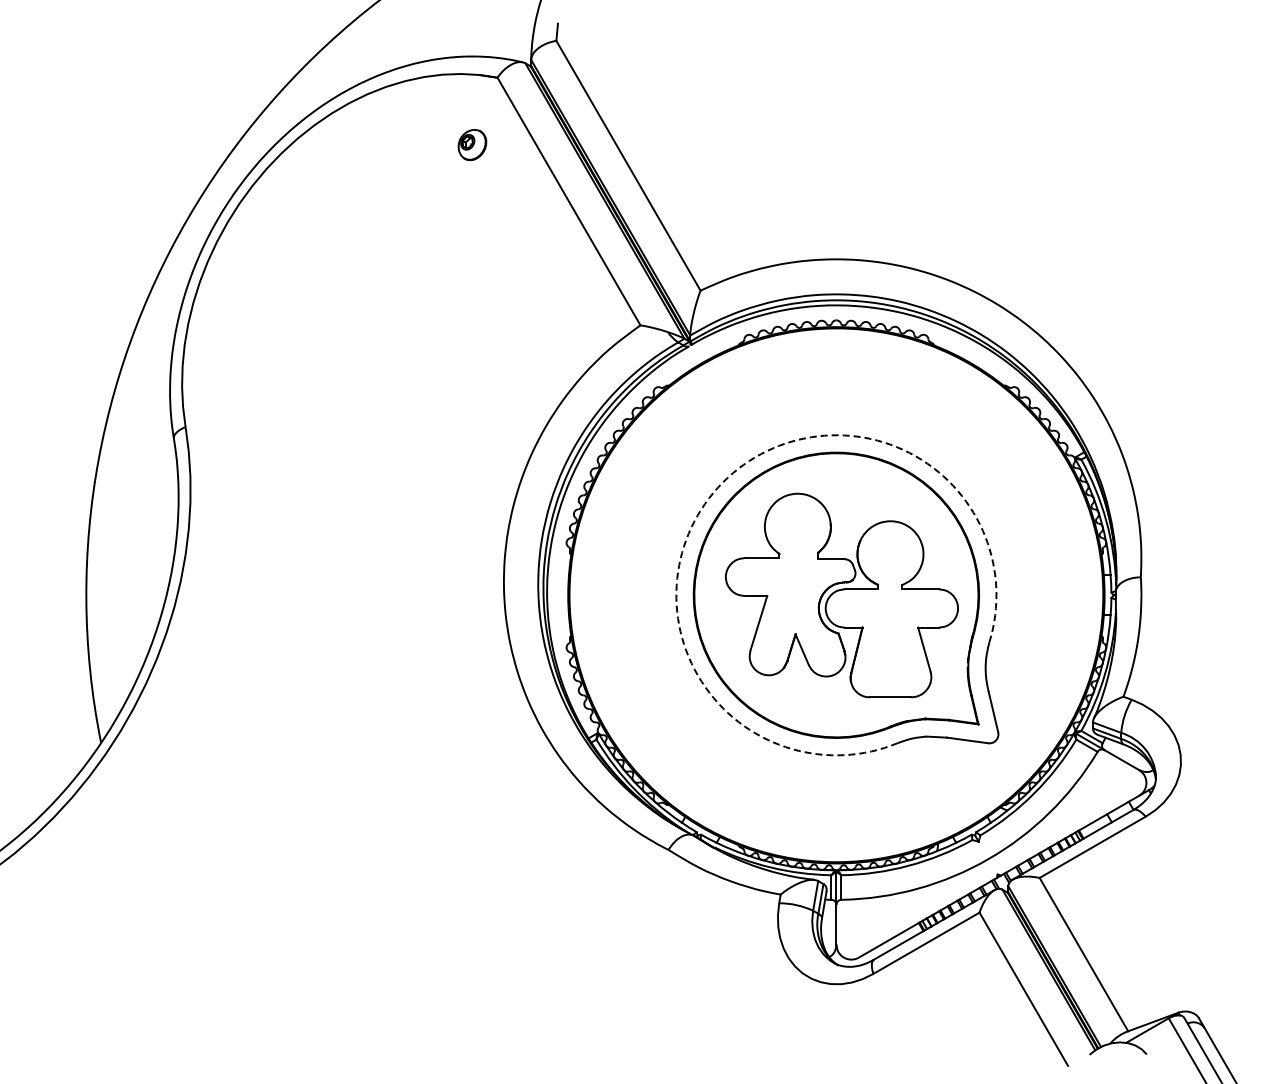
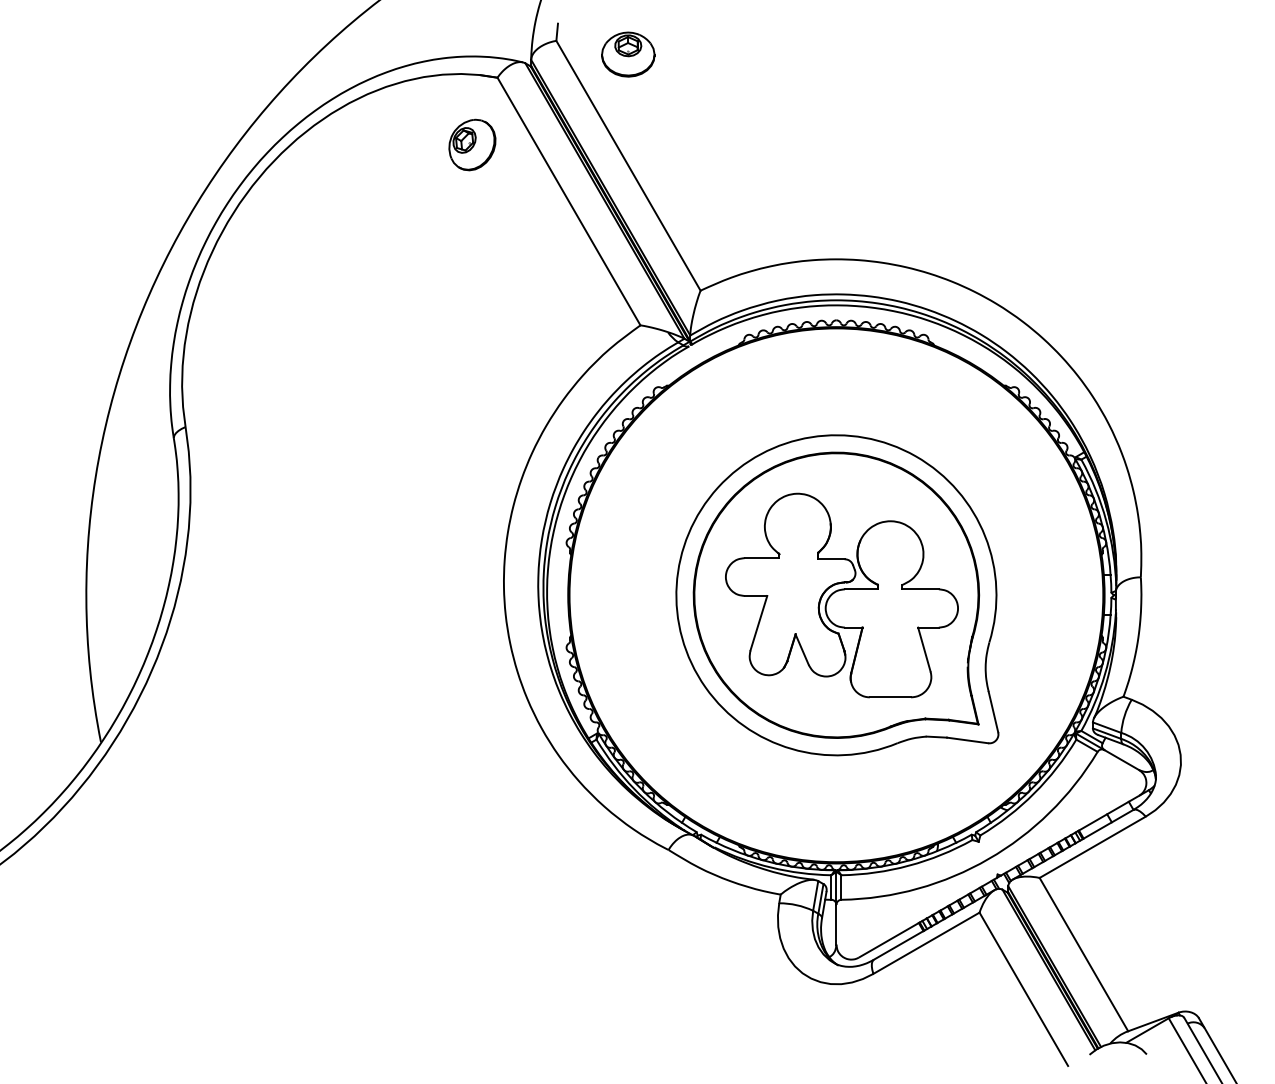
part at (628, 54): none -> present
part at (472, 145) size: 31x33 px -> 49x54 px
arc at (718, 487): dashed -> solid
